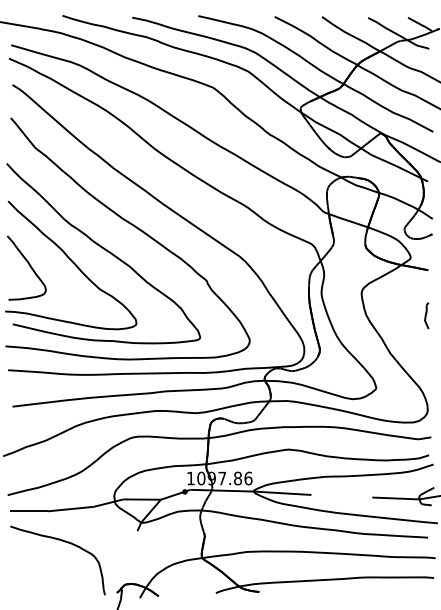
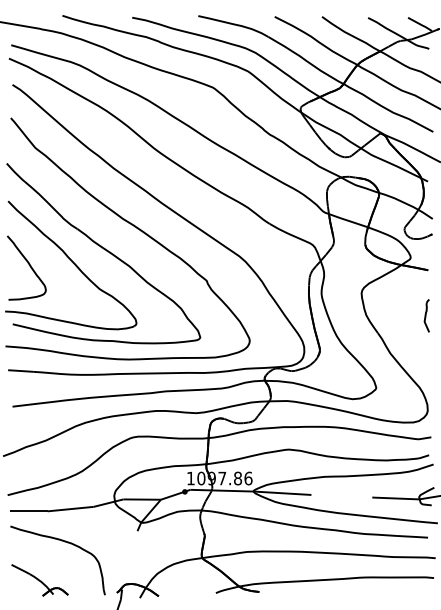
part at (426, 315) size: 6x28 px -> 7x34 px
part at (39, 580): none -> present
